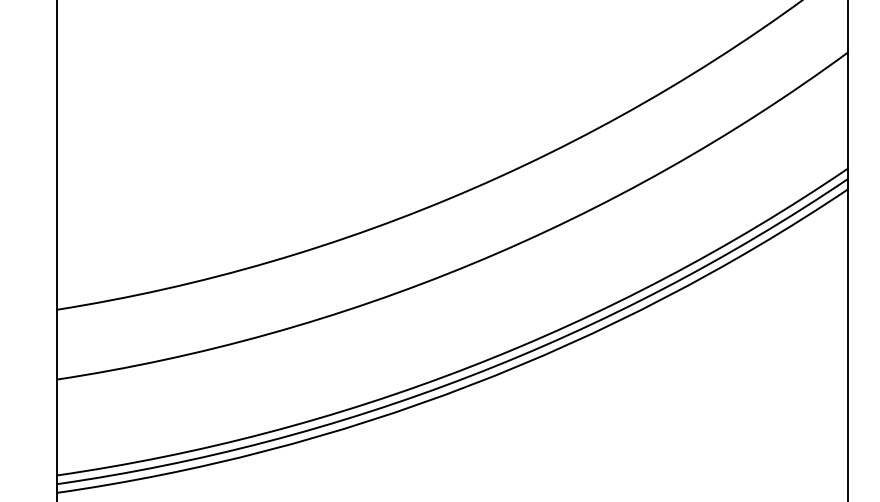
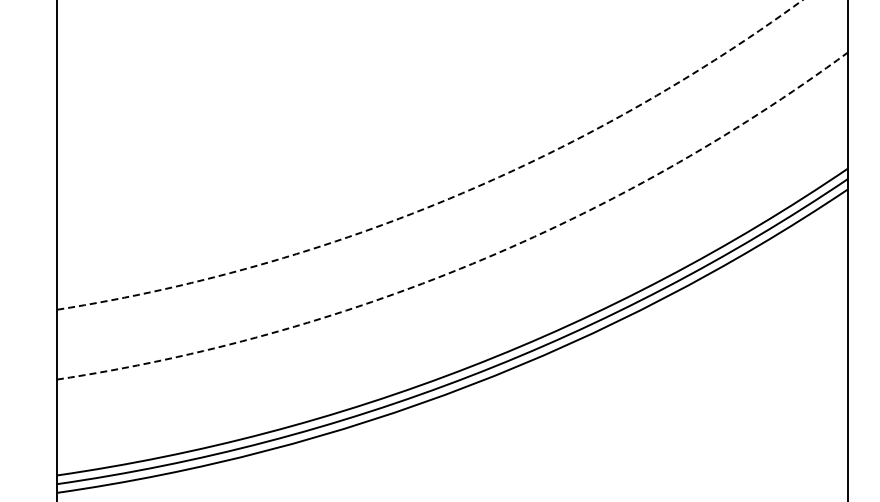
arc at (448, 198): solid -> dashed
arc at (472, 263): solid -> dashed
